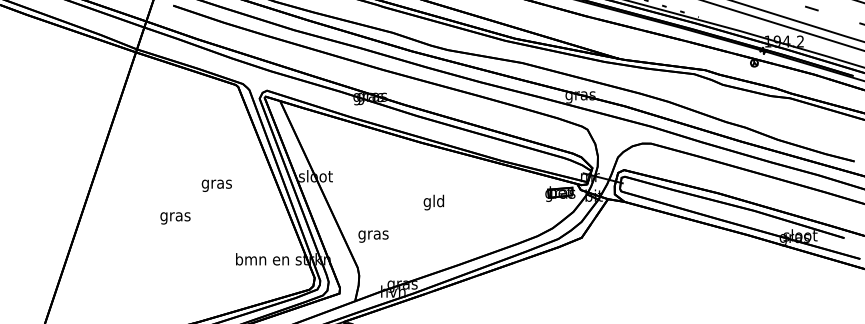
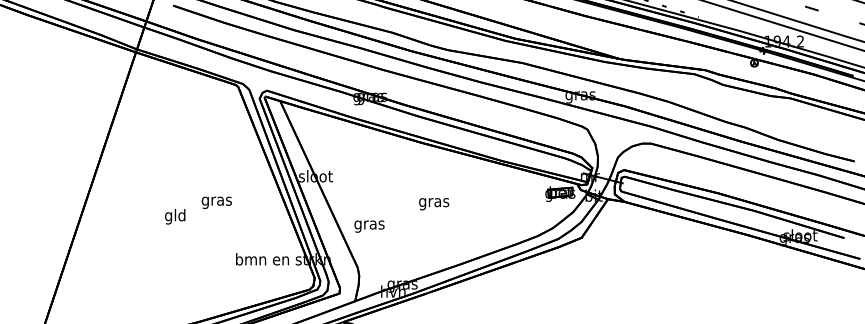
text at (216, 185) position: (216, 185) -> (216, 202)
text at (434, 202): gld -> gras
text at (175, 216): gras -> gld
text at (373, 236) position: (373, 236) -> (369, 226)
